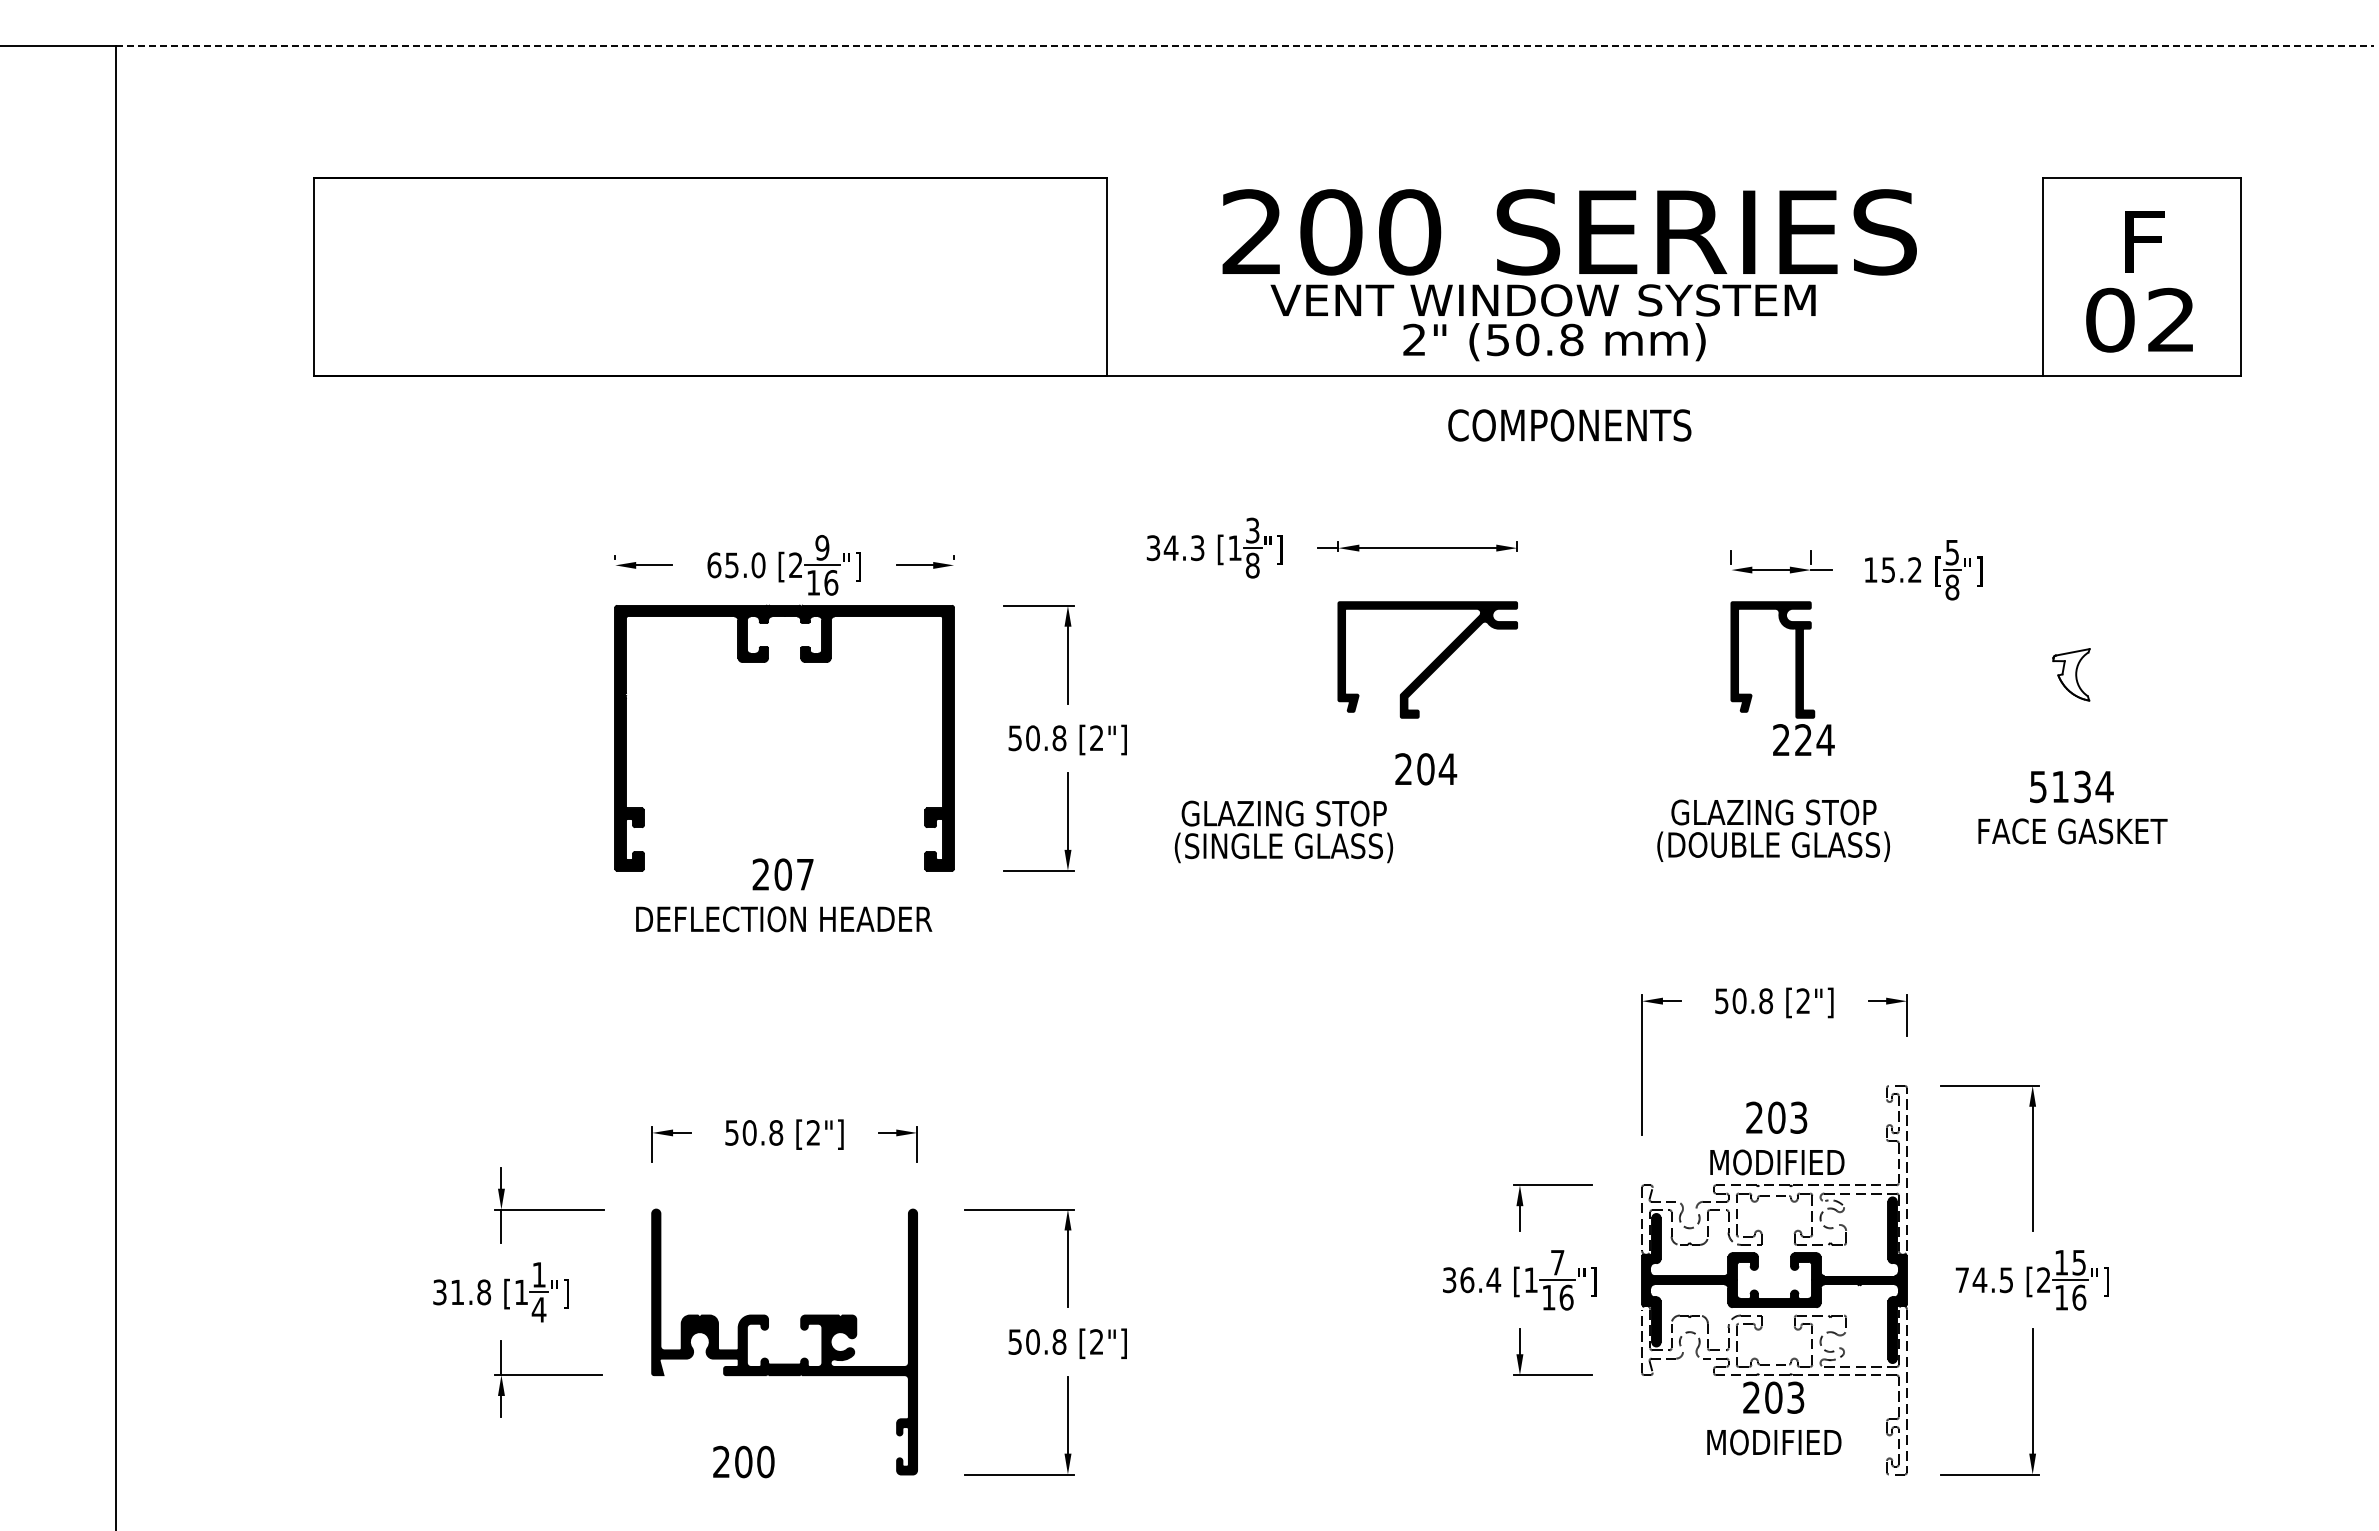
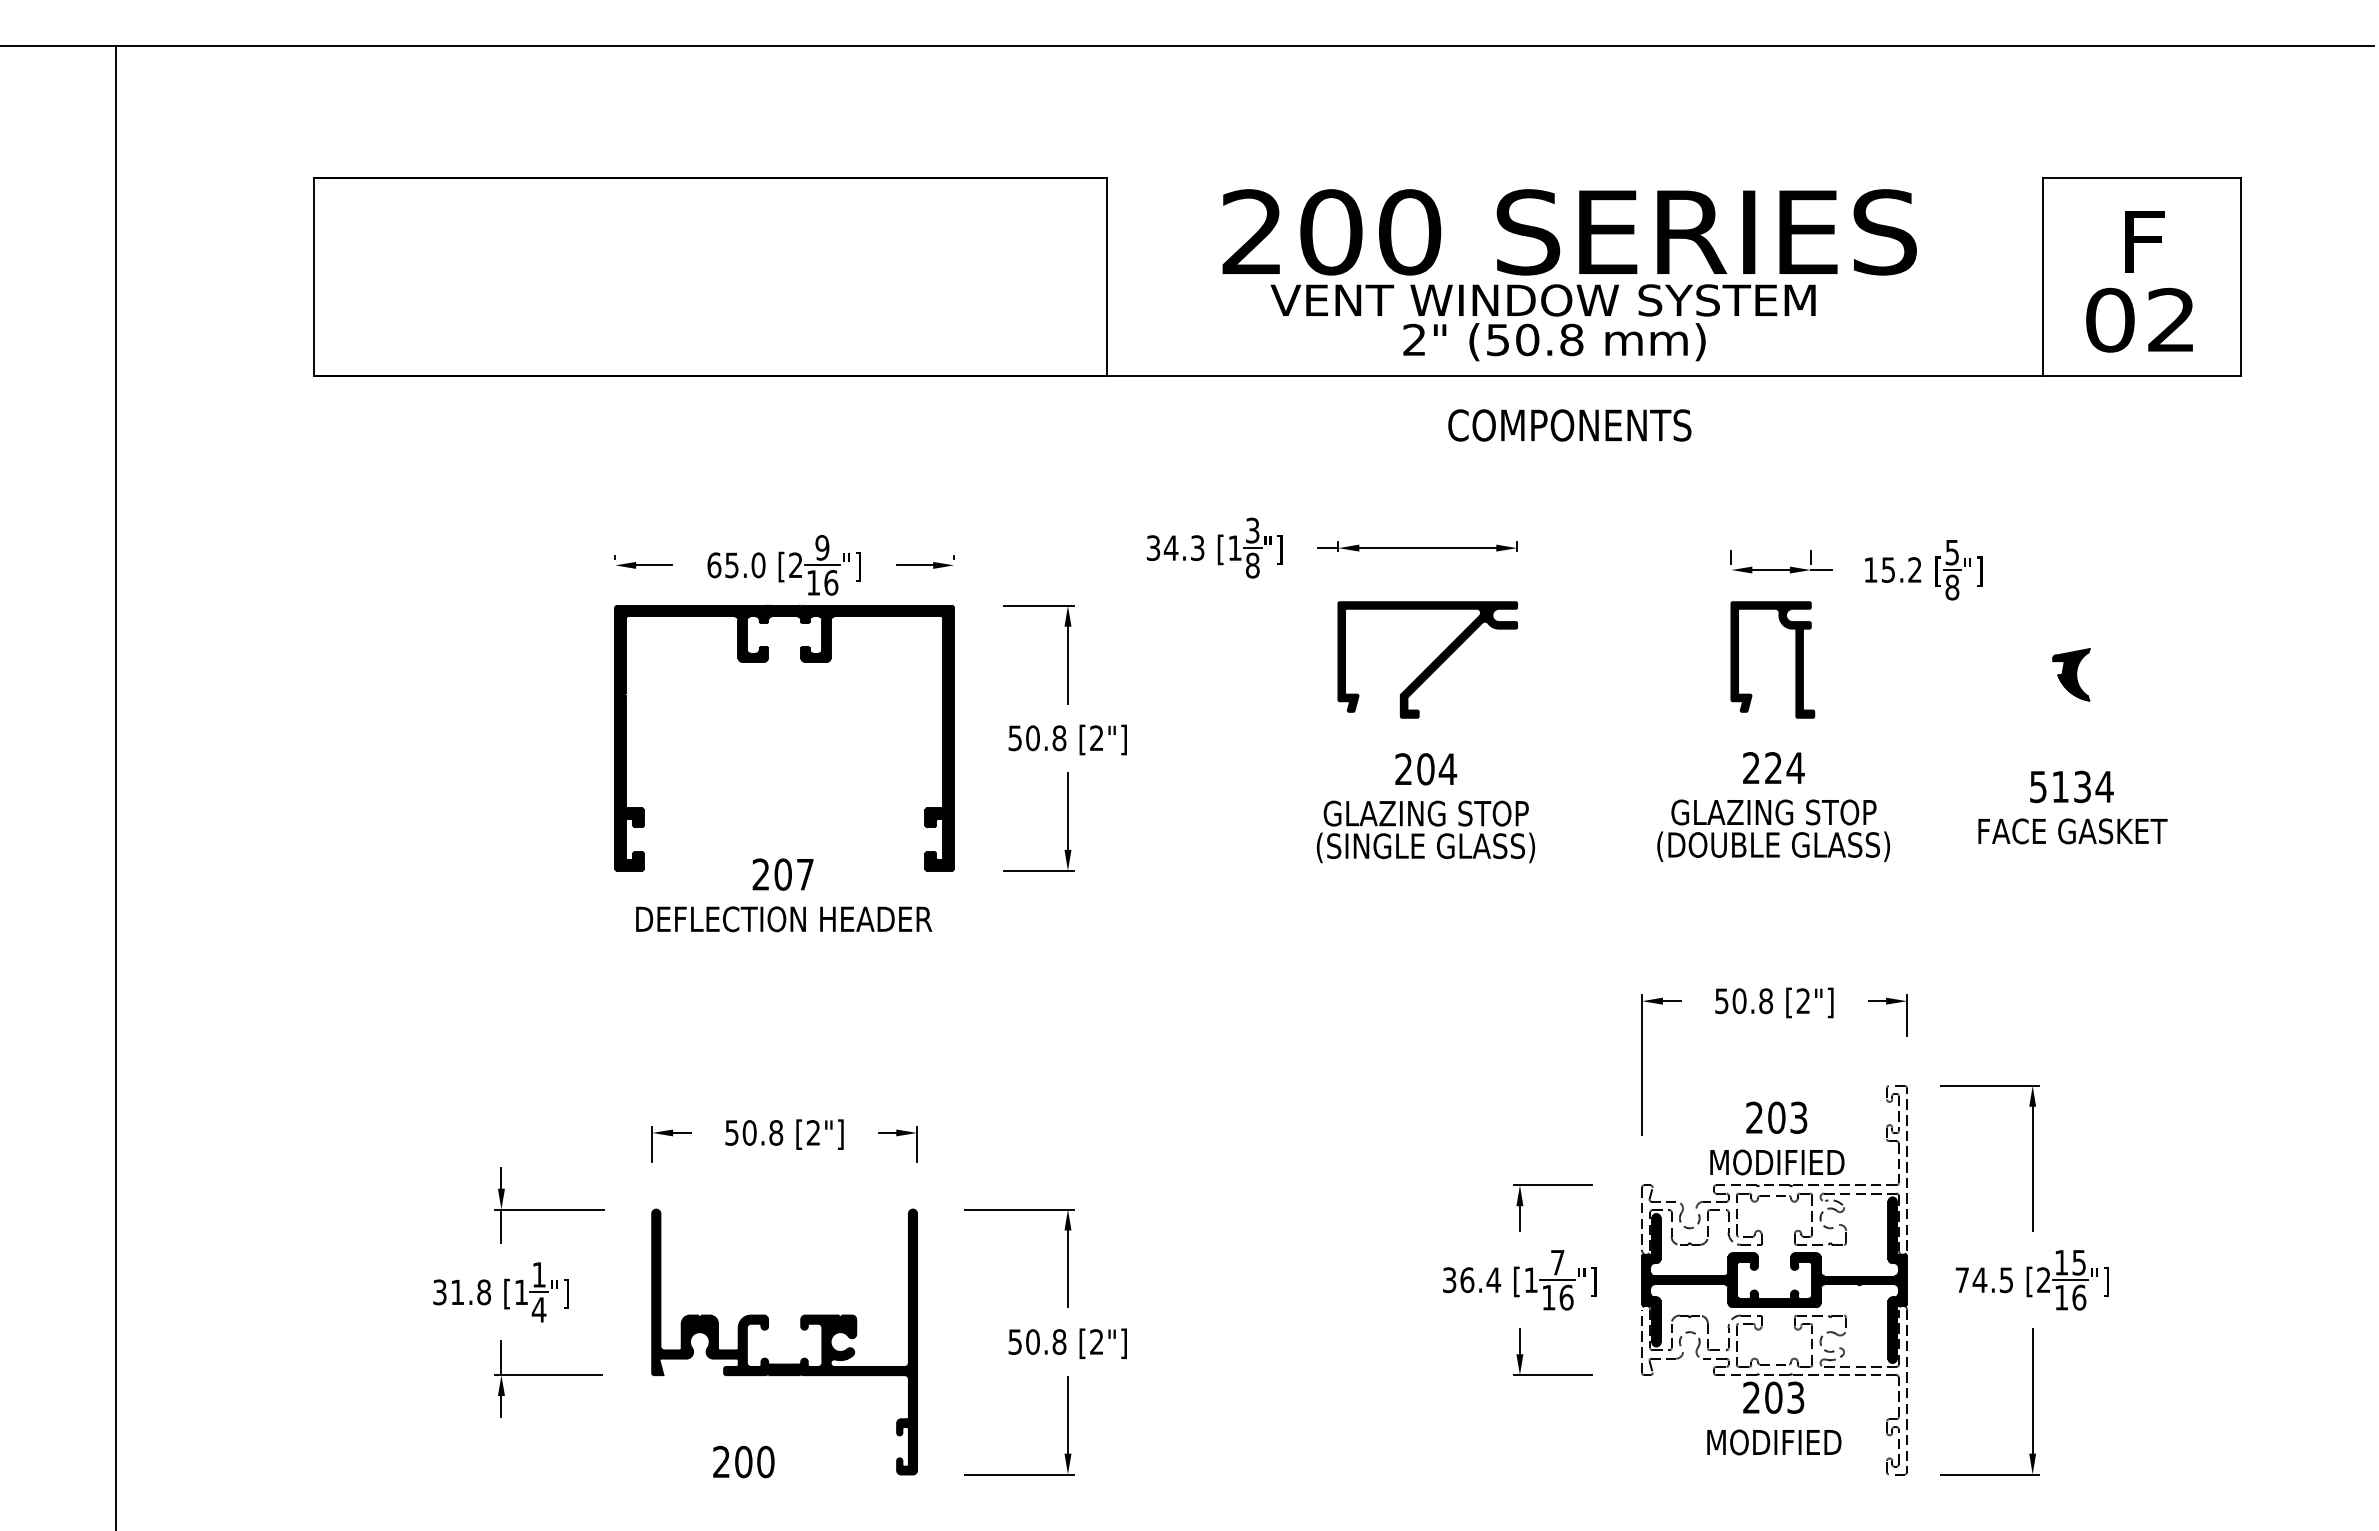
line at (1244, 45): dashed -> solid
fill at (2071, 674): none -> present
text at (1803, 739) position: (1803, 739) -> (1773, 767)
text at (1283, 831) position: (1283, 831) -> (1425, 831)
